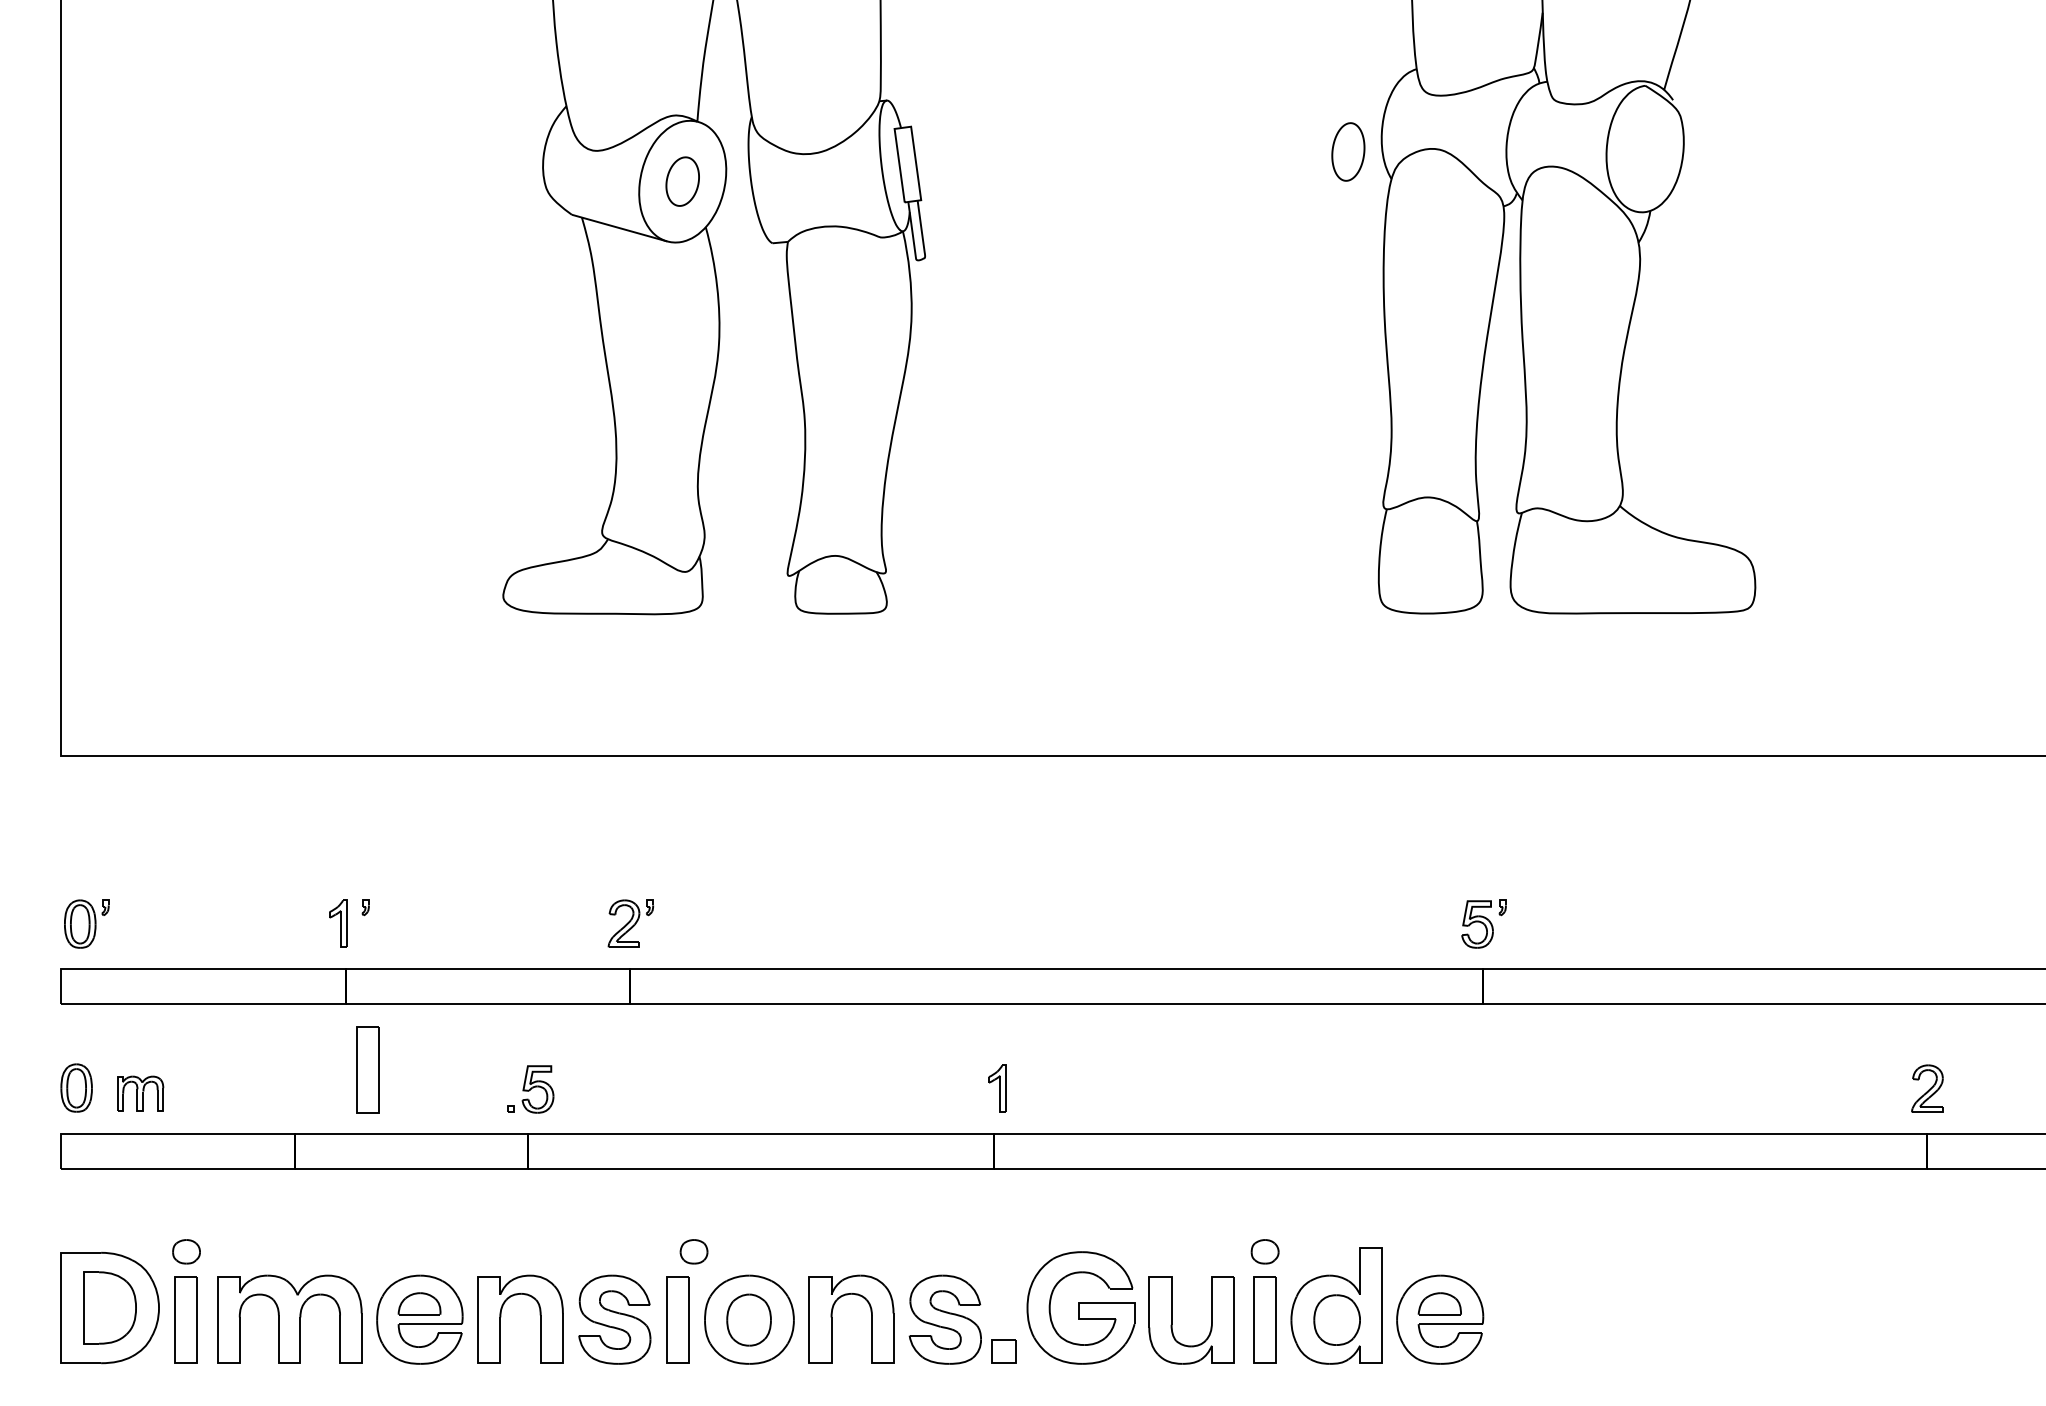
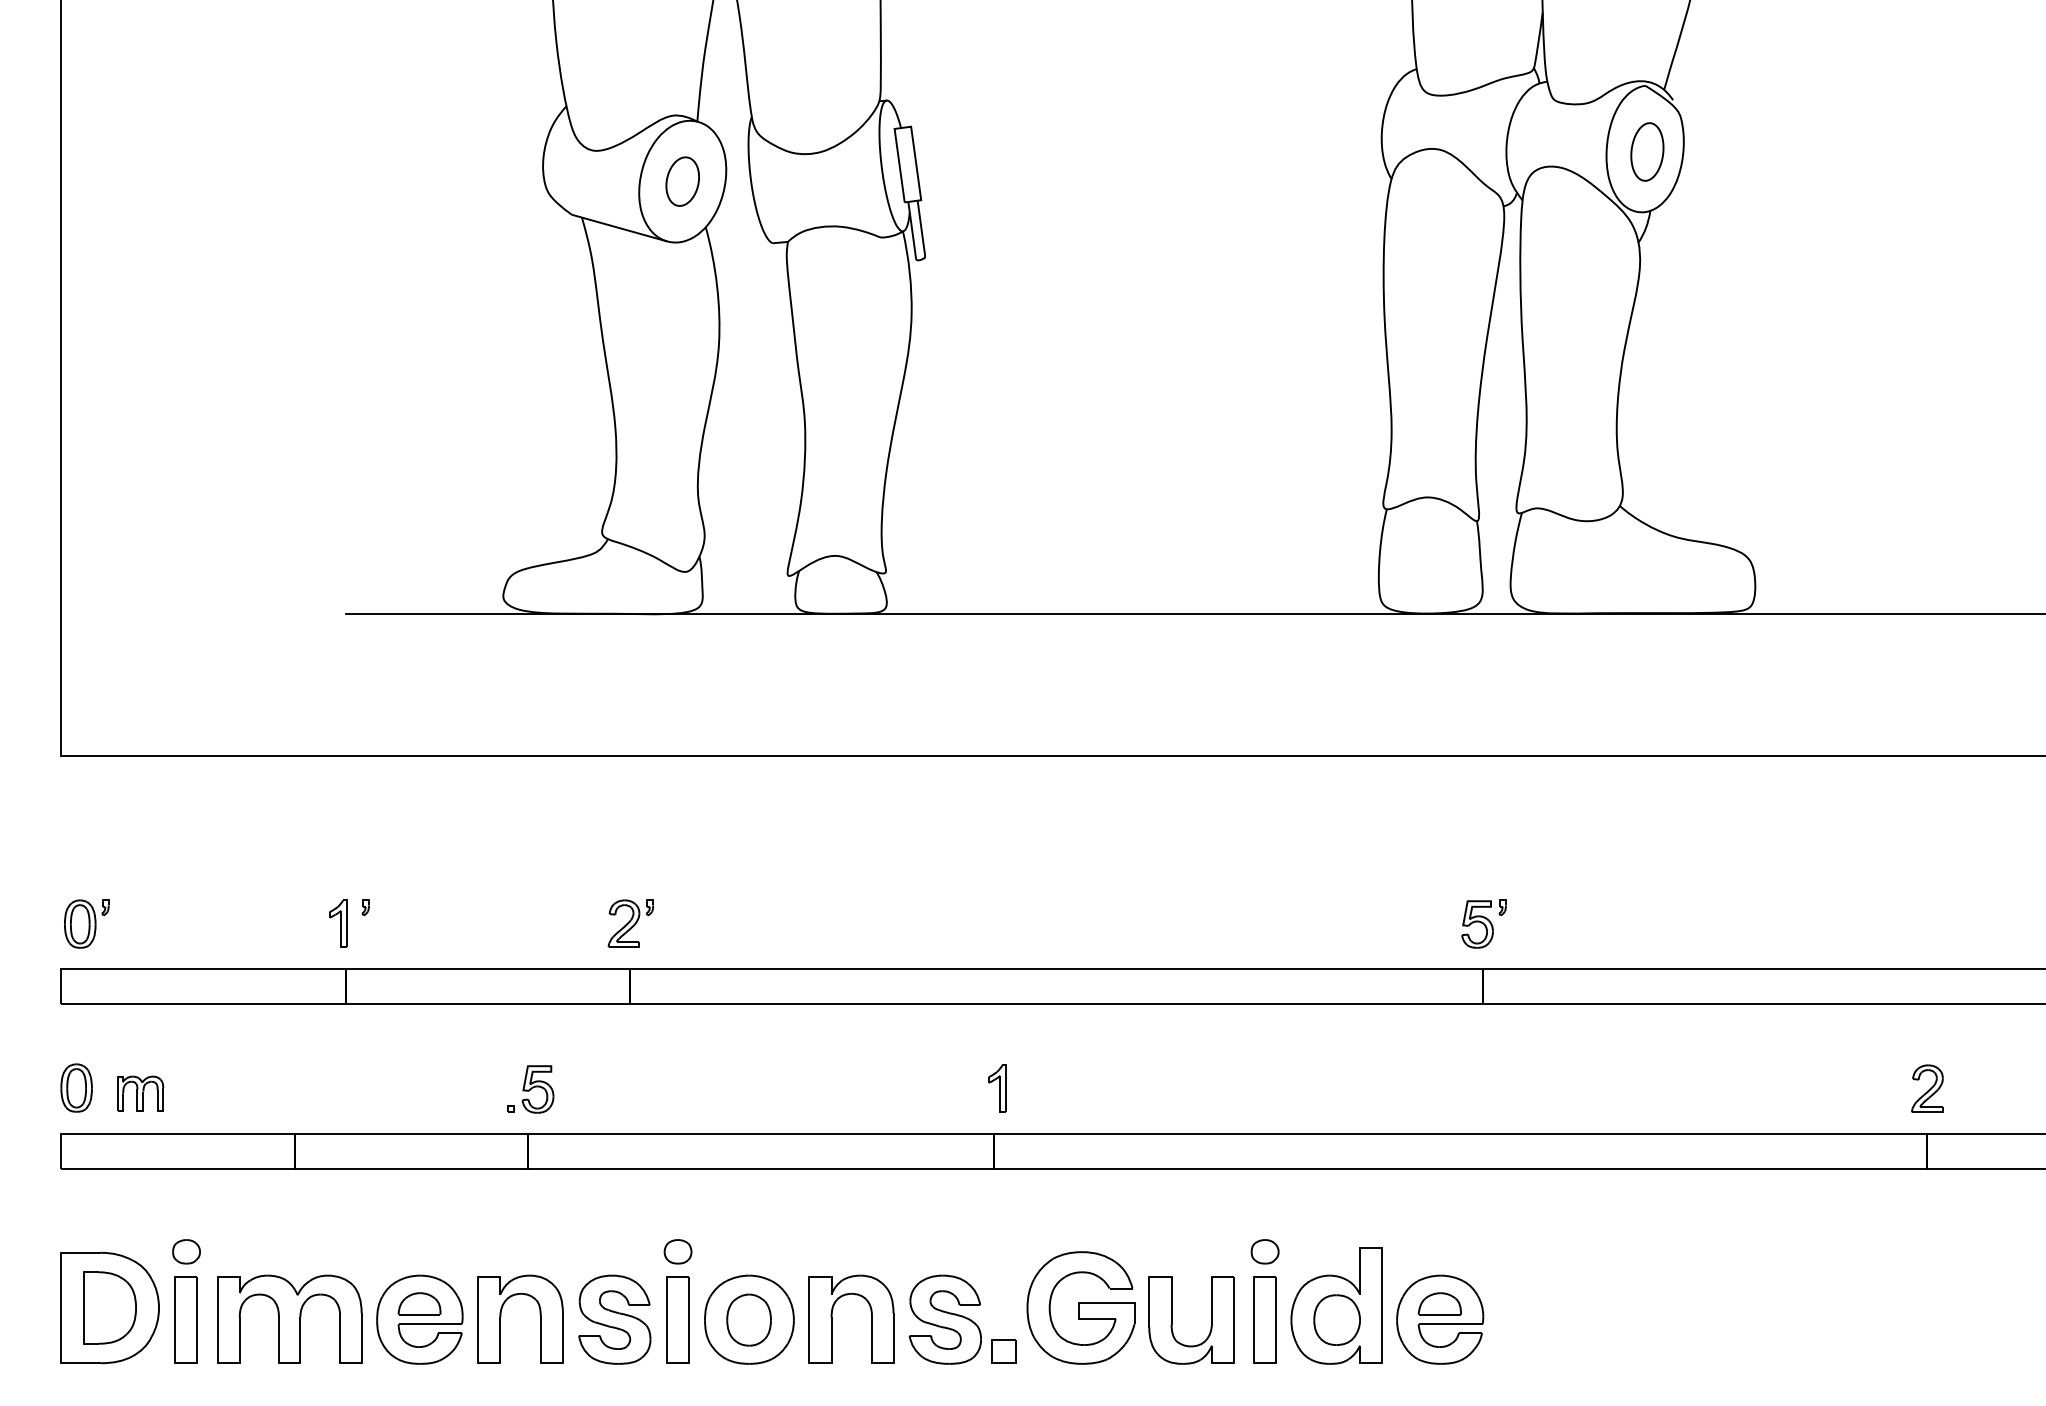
part at (1348, 151) position: (1348, 151) -> (1647, 151)
line at (1193, 613): none -> present
part at (367, 1069): present -> none
part at (693, 1251) position: (693, 1251) -> (677, 1251)
